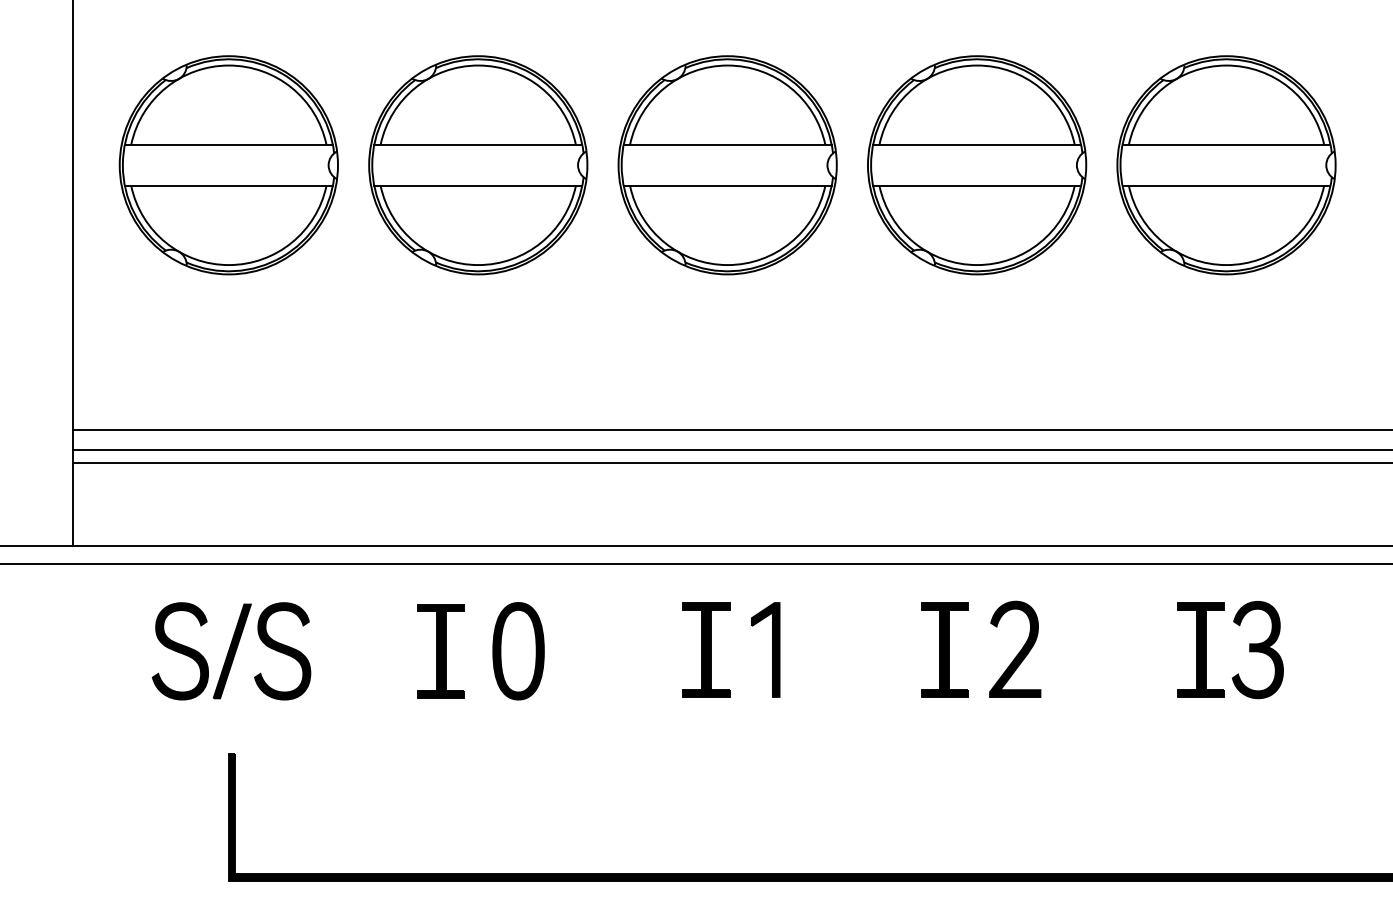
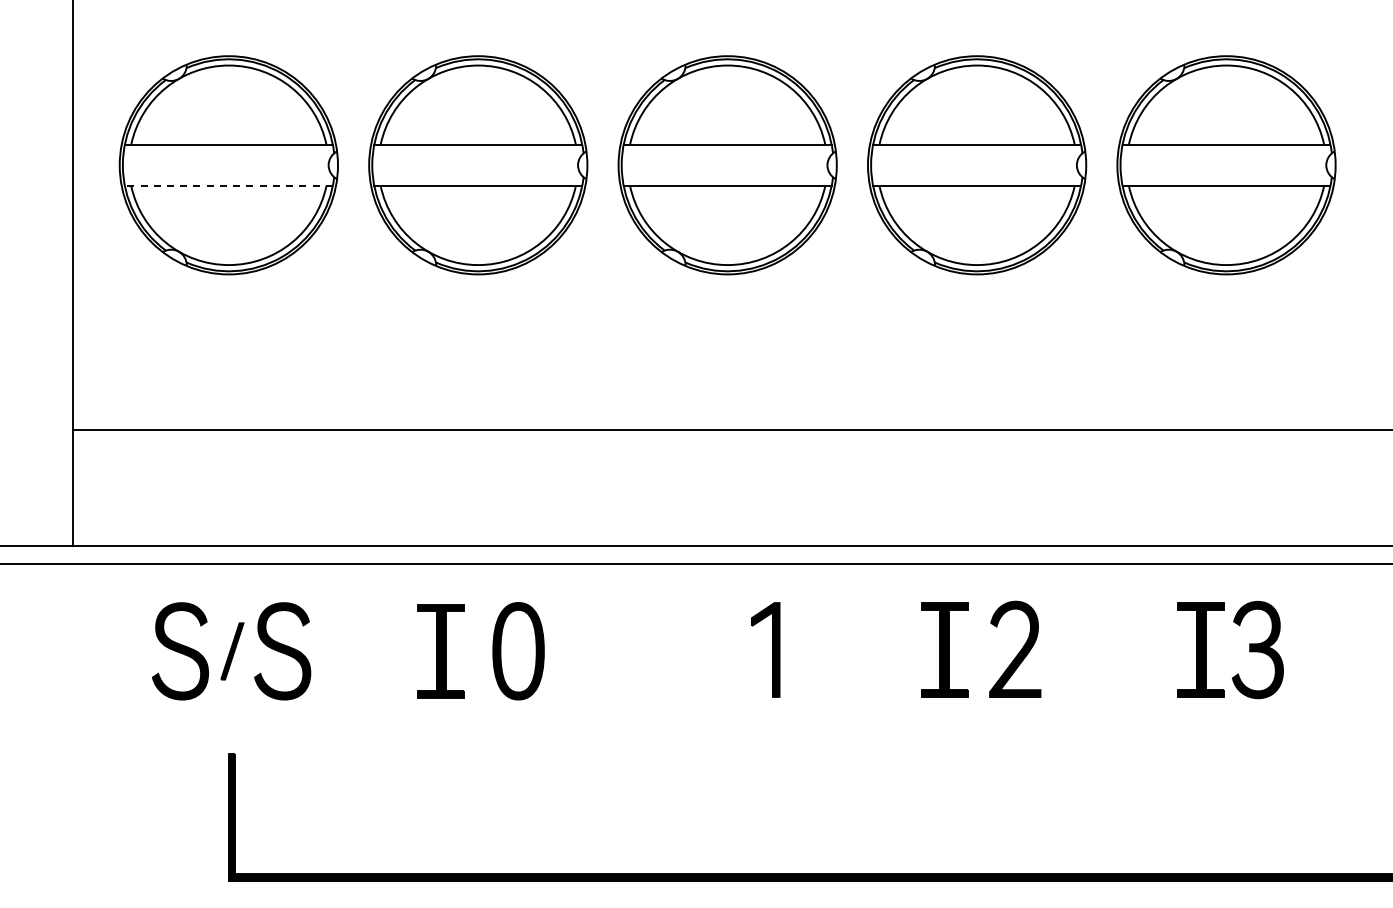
line at (228, 185): solid -> dashed
line at (730, 450): present -> none
line at (730, 462): present -> none
part at (706, 649): present -> none
part at (232, 651) size: 39x97 px -> 25x59 px
